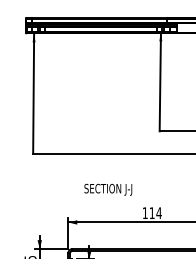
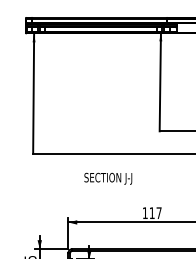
text at (108, 189) position: (108, 189) -> (108, 178)
text at (158, 212): 114 -> 117
